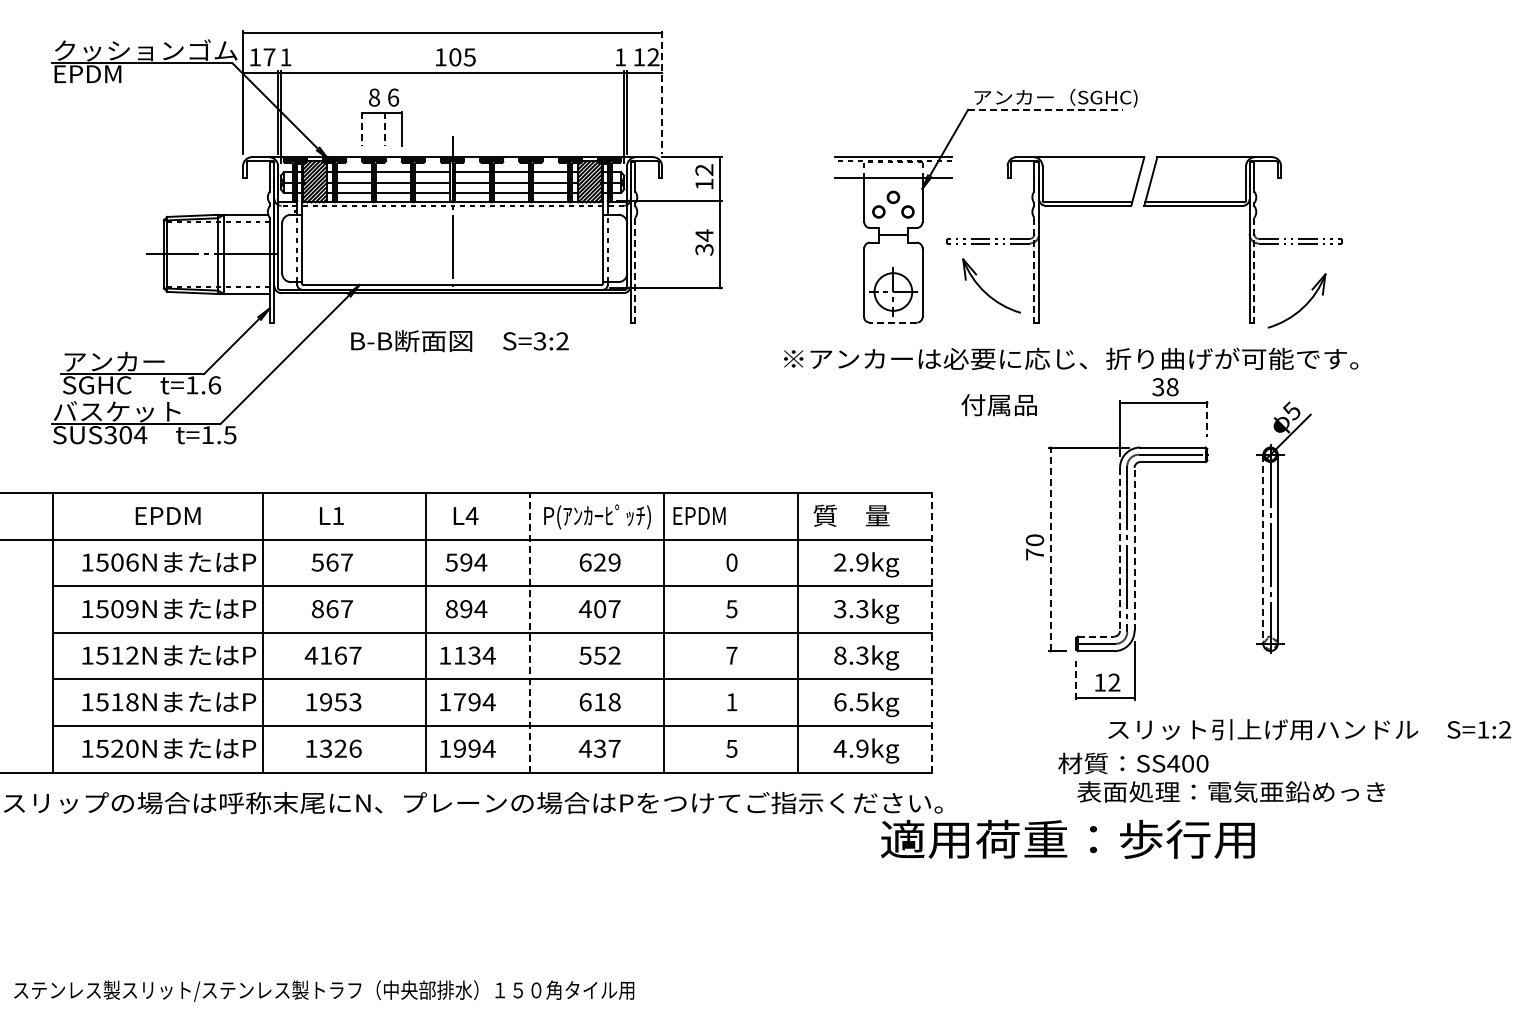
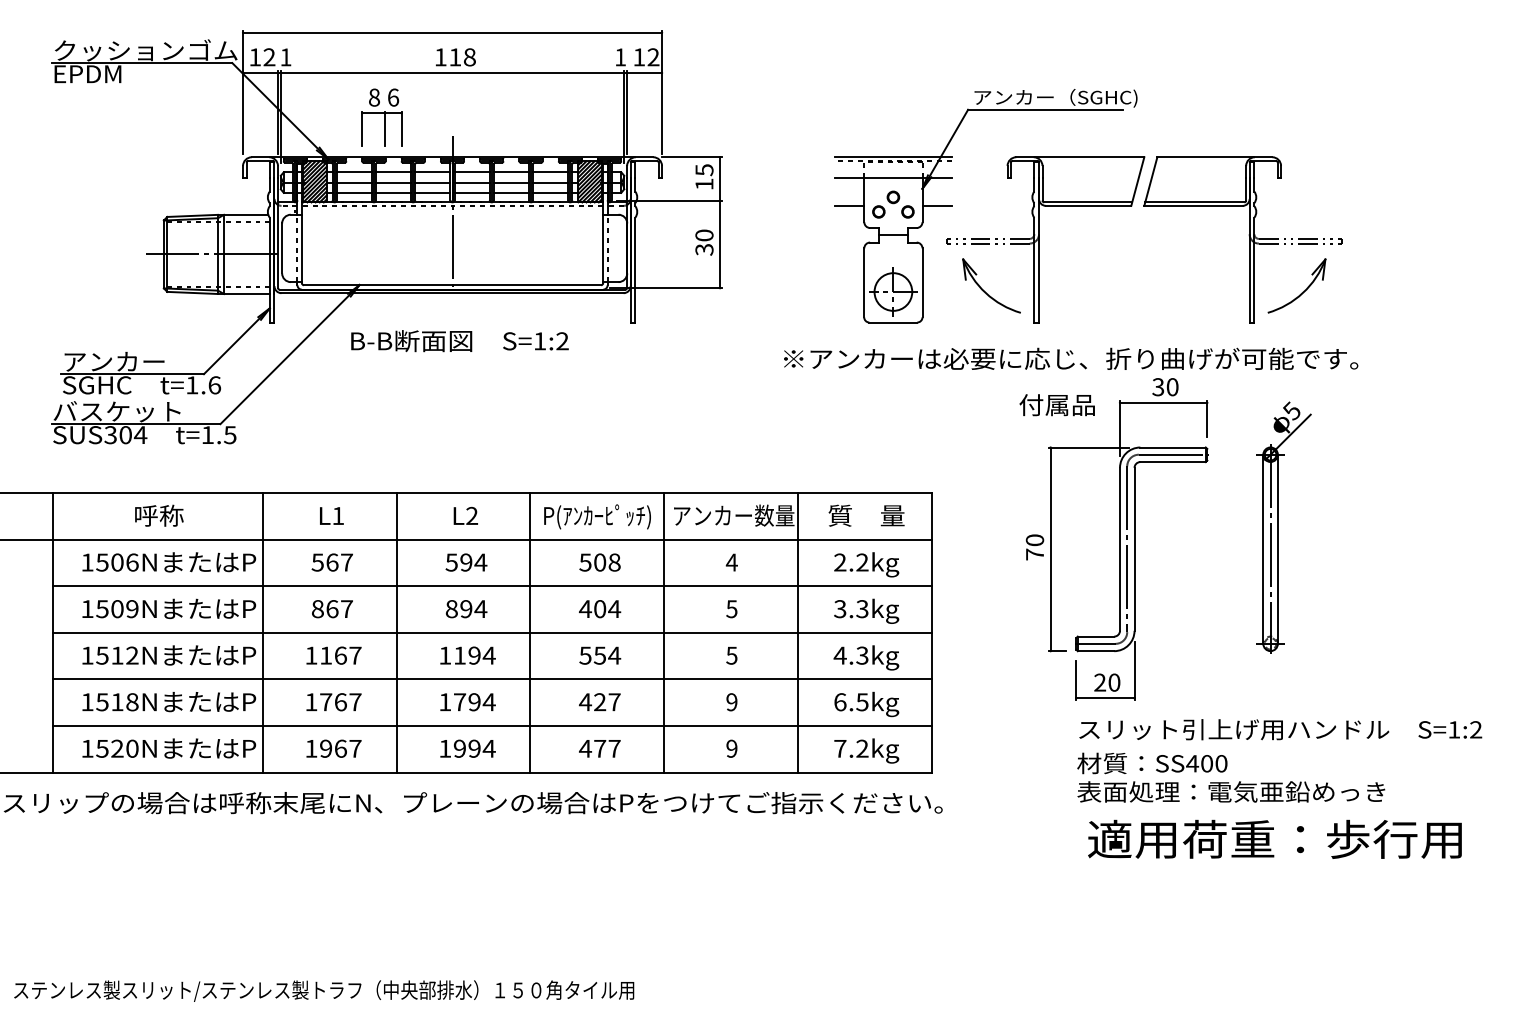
text at (269, 57): 17 -> 12
text at (462, 57): 105 -> 118
line at (662, 92): dashed -> solid
line at (1045, 109): dashed -> solid
line at (362, 129): dashed -> solid
line at (385, 129): dashed -> solid
text at (704, 170): 12 -> 15
line at (849, 205): none -> present
line at (936, 205): none -> present
text at (704, 235): 34 -> 30
line at (635, 270): dashed -> solid
line at (1034, 270): dashed -> solid
line at (1254, 270): dashed -> solid
part at (1302, 306) position: (1302, 306) -> (1302, 291)
line at (892, 322): dashed -> solid
text at (539, 341): S=3:2 -> S=1:2
text at (1172, 386): 38 -> 30
text at (998, 405) position: (998, 405) -> (1056, 405)
line at (1207, 419): dashed -> solid
text at (167, 515): EPDM -> 呼称
text at (471, 515): L4 -> L2
text at (733, 515): EPDM -> アンカー数量
text at (851, 515) position: (851, 515) -> (866, 515)
line at (1134, 548): dashed -> solid
line at (1050, 549): dashed -> solid
line at (1120, 549): dashed -> solid
line at (1263, 549): dashed -> solid
text at (599, 562): 629 -> 508
text at (731, 562): 0 -> 4
text at (862, 562): 2.9kg -> 2.2kg
text at (614, 608): 407 -> 404
line at (425, 632) position: (425, 632) -> (396, 632)
line at (530, 632): dashed -> solid
line at (931, 632): dashed -> solid
line at (1096, 636): dashed -> solid
text at (310, 655): 4167 -> 1167
text at (474, 655): 1134 -> 1194
text at (614, 655): 552 -> 554
text at (731, 655): 7 -> 5
text at (839, 655): 8.3kg -> 4.3kg
line at (1076, 680): dashed -> solid
text at (1107, 682): 12 -> 20
text at (340, 702): 1953 -> 1767
text at (599, 702): 618 -> 427
text at (731, 702): 1 -> 9
text at (1309, 729) position: (1309, 729) -> (1280, 729)
text at (340, 748): 1326 -> 1967
text at (599, 748): 437 -> 477
text at (731, 748): 5 -> 9
text at (850, 748): 4.9kg -> 7.2kg
text at (1133, 763) position: (1133, 763) -> (1152, 763)
text at (1067, 838) position: (1067, 838) -> (1274, 838)
